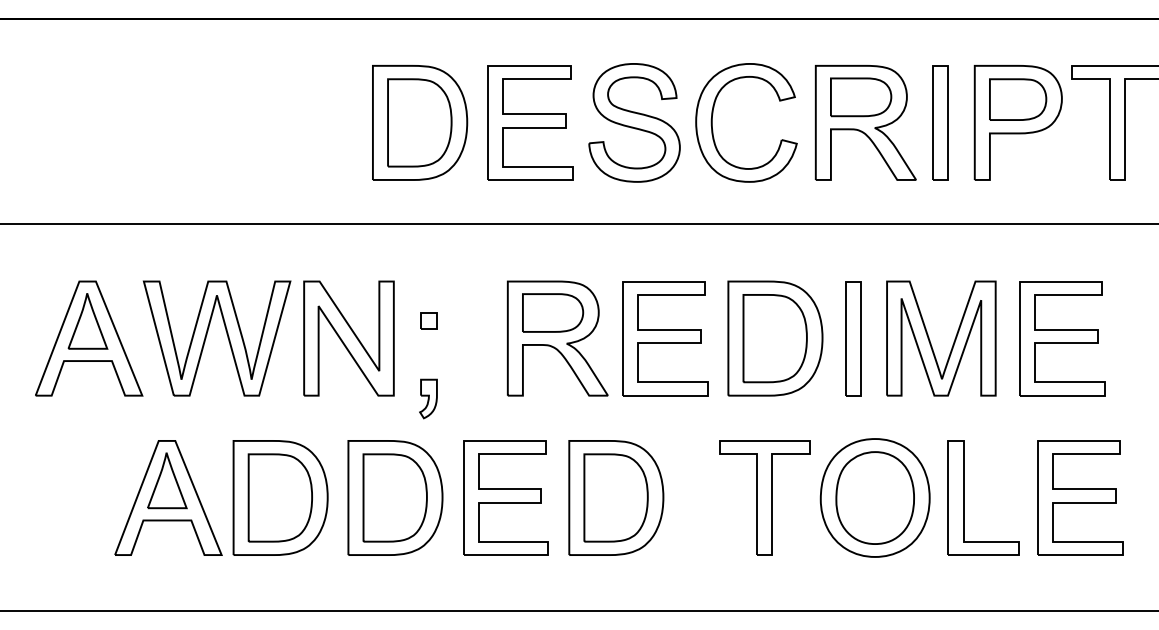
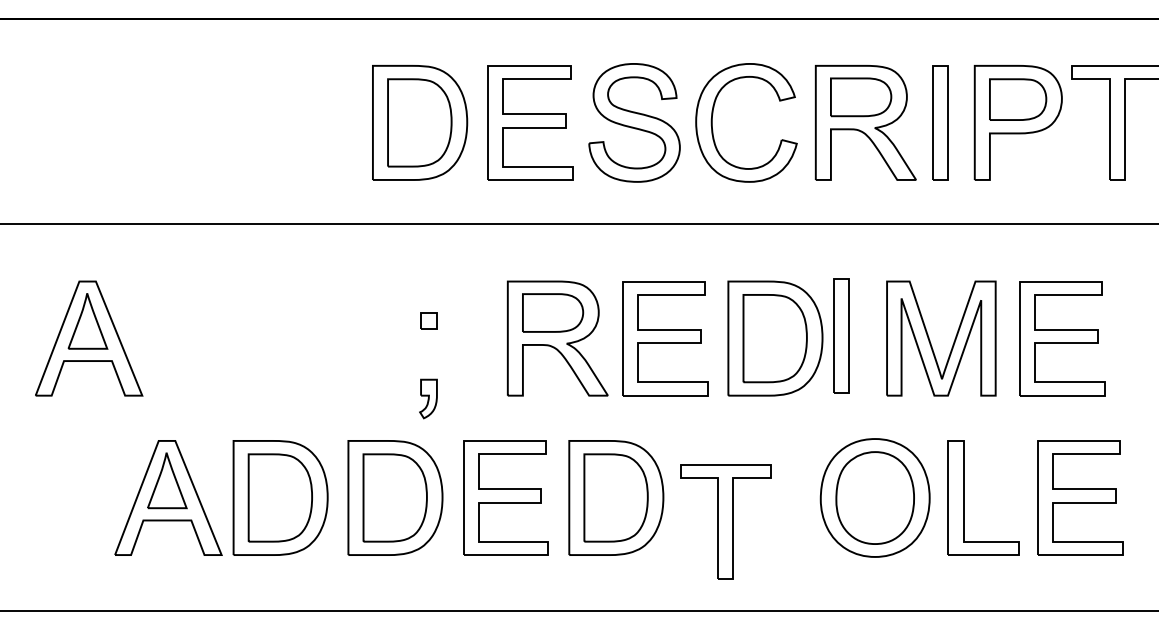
part at (207, 335): present -> none
part at (348, 338): present -> none
part at (853, 338) position: (853, 338) -> (841, 335)
part at (764, 497) position: (764, 497) -> (725, 521)
